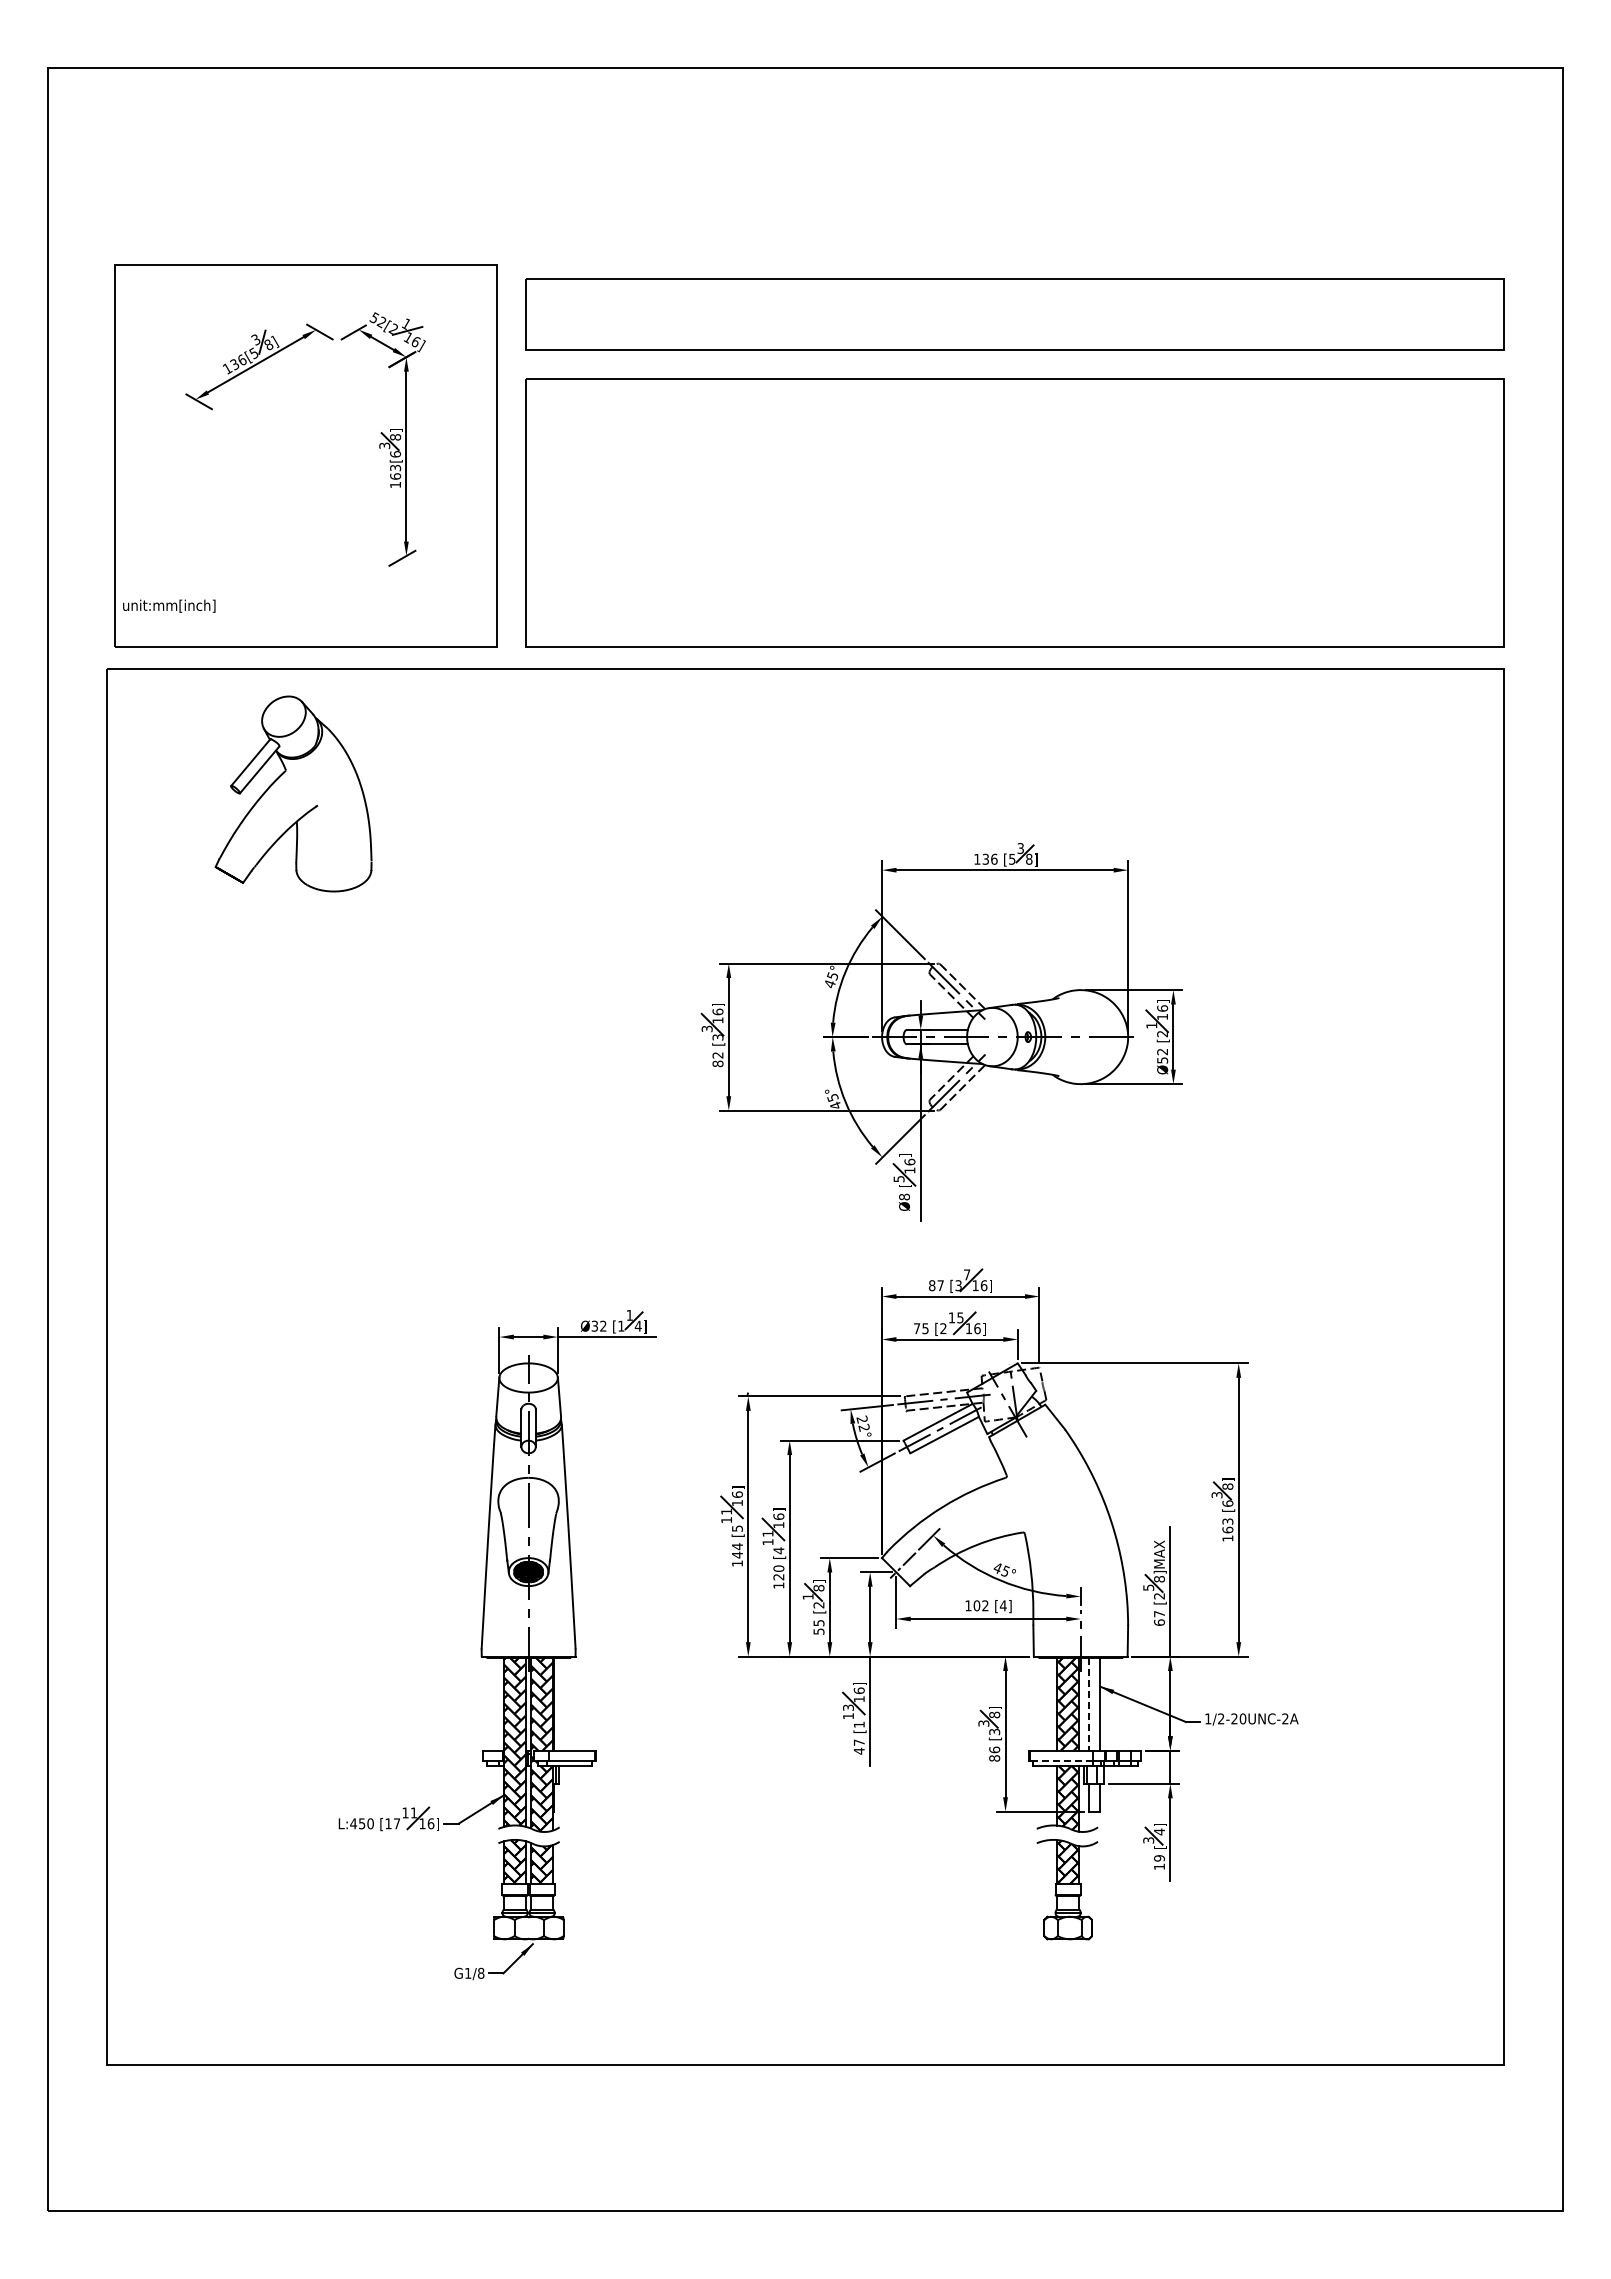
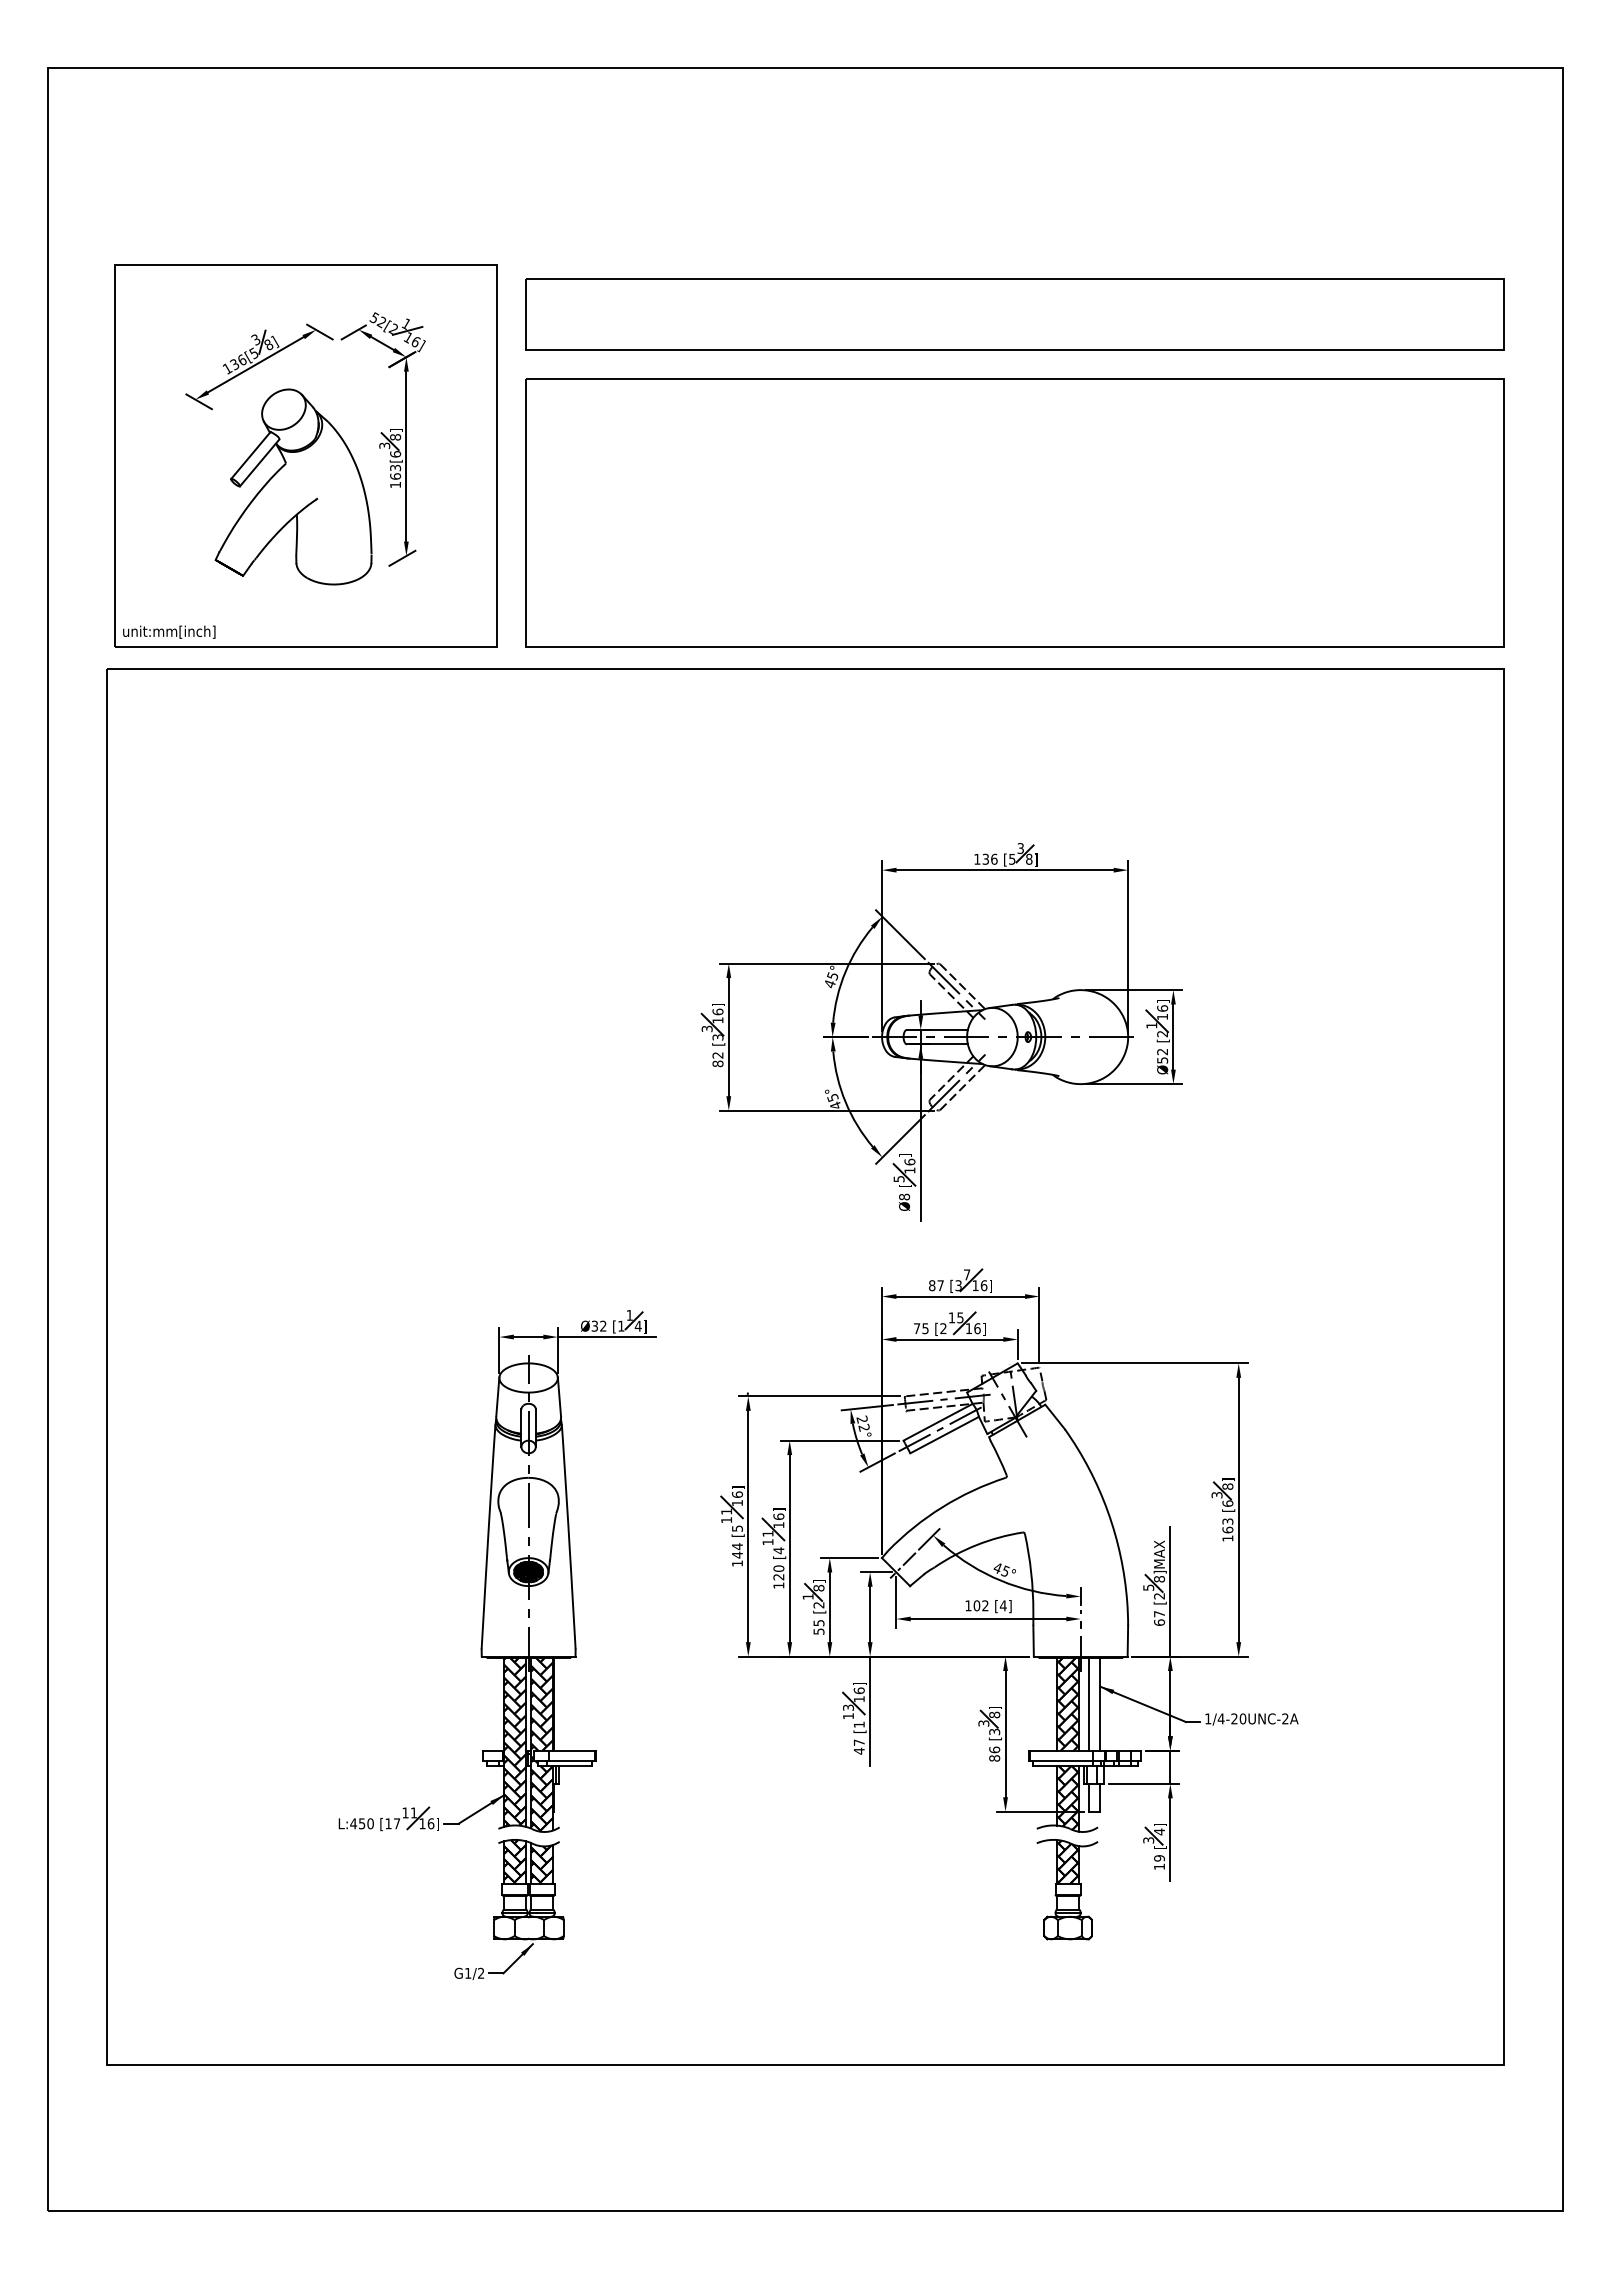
text at (169, 605) position: (169, 605) -> (169, 631)
part at (293, 793) position: (293, 793) -> (293, 486)
line at (1088, 1704): dashed -> solid
text at (1220, 1718): 1/2-20UNC-2A -> 1/4-20UNC-2A
line at (1060, 1761): dashed -> solid
text at (481, 1973): G1/8 -> G1/2
